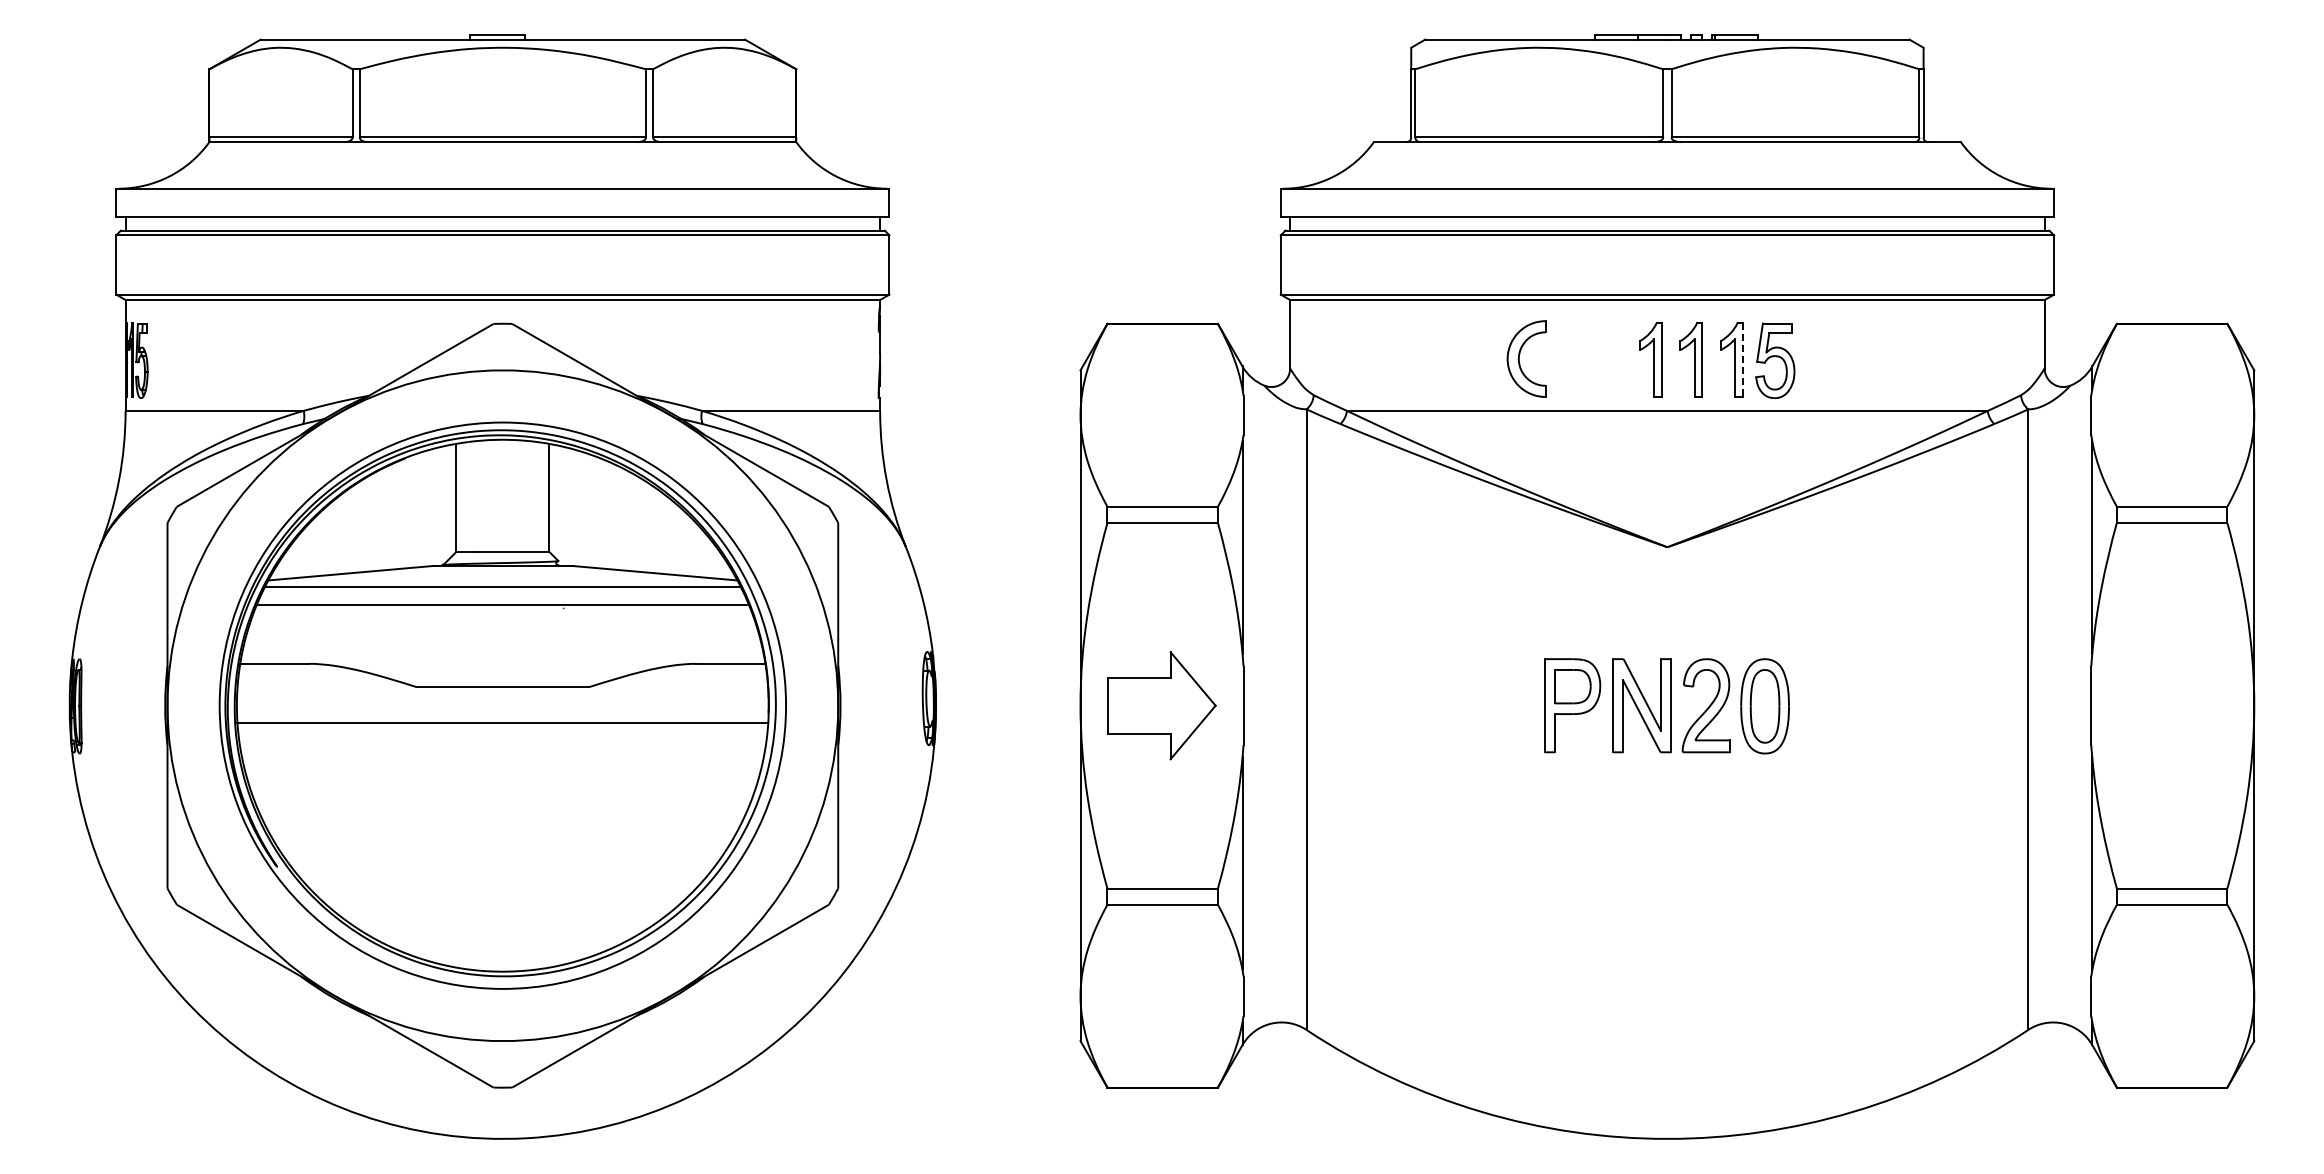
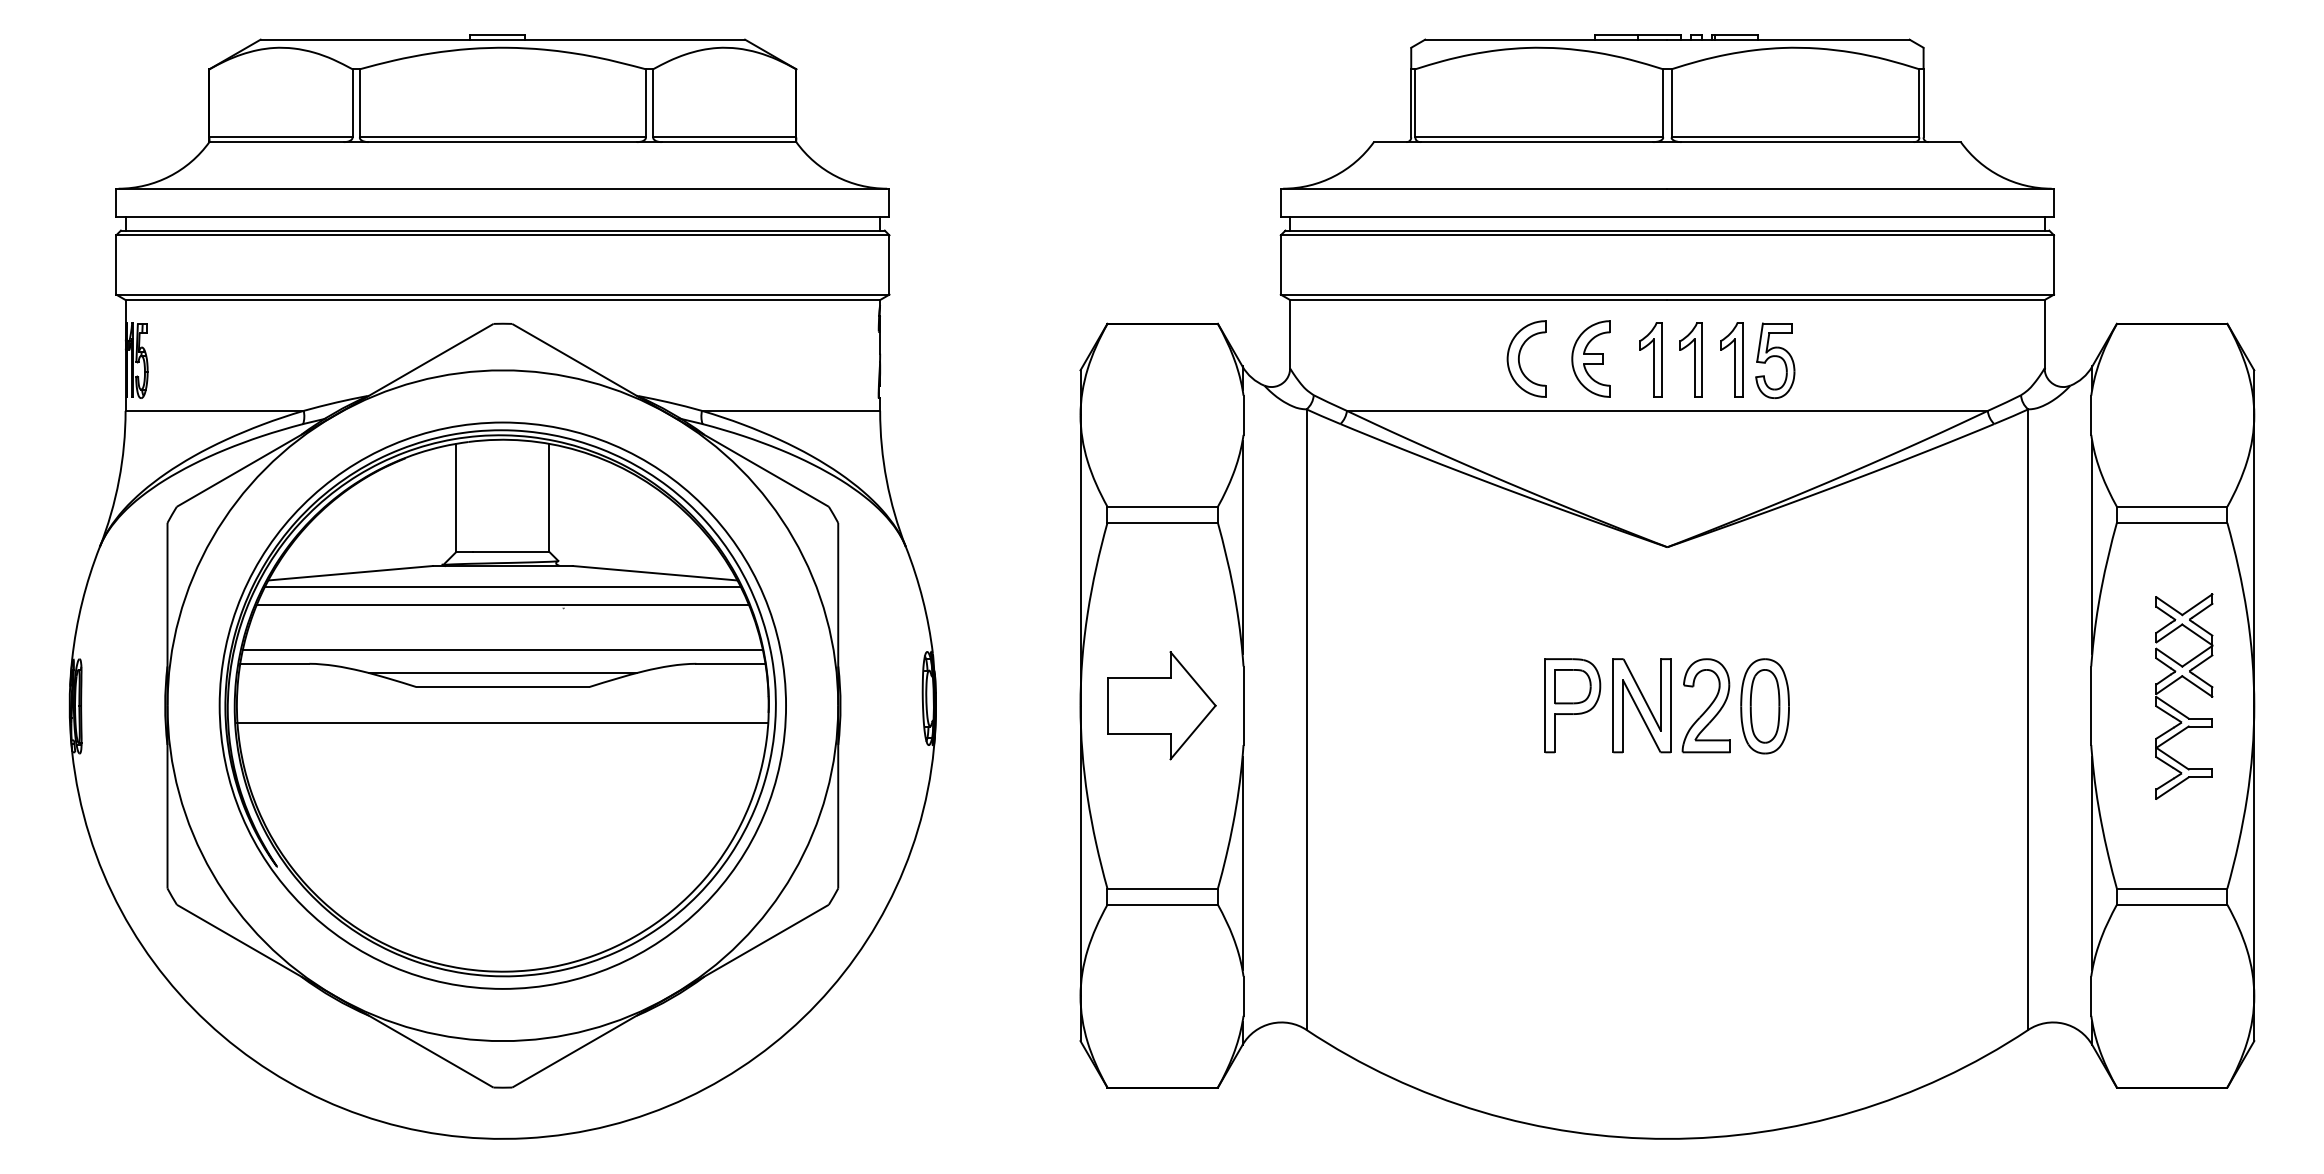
part at (1590, 358): none -> present
line at (1742, 360): dashed -> solid
line at (502, 649): none -> present
line at (502, 673): none -> present
part at (2192, 684): none -> present
